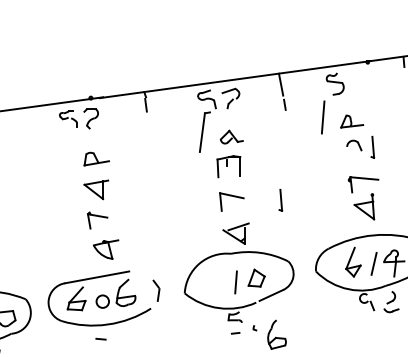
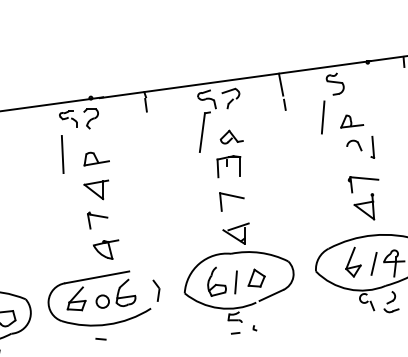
line at (62, 154): none -> present
part at (280, 199): present -> none
part at (276, 334) position: (276, 334) -> (216, 281)
